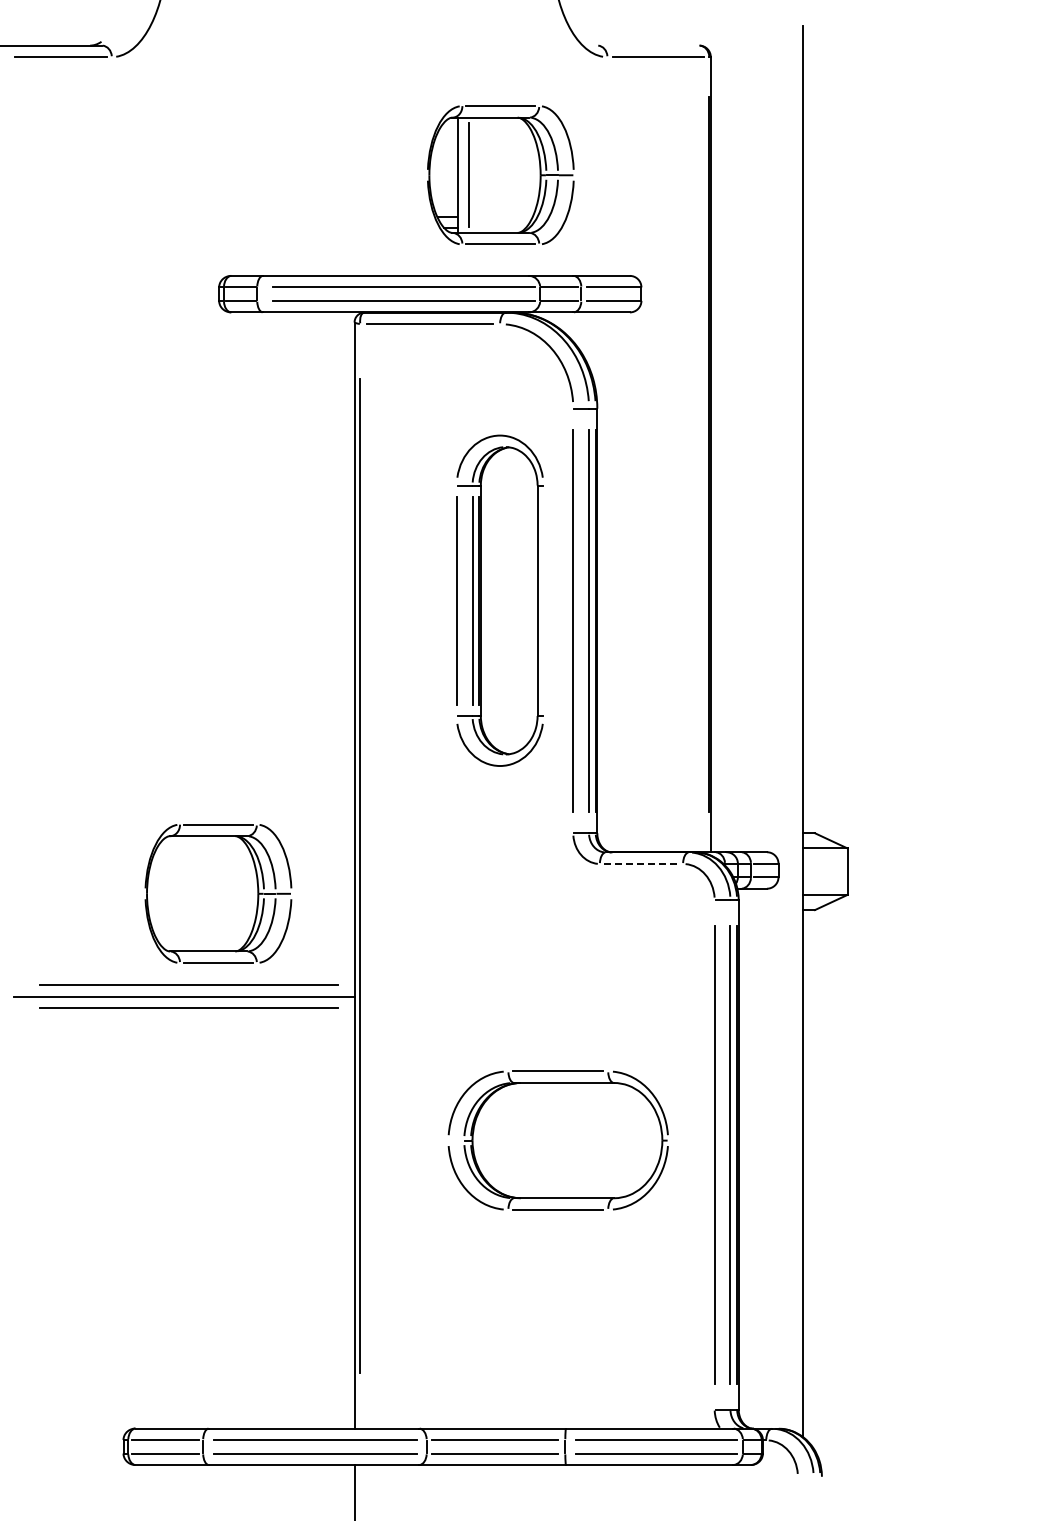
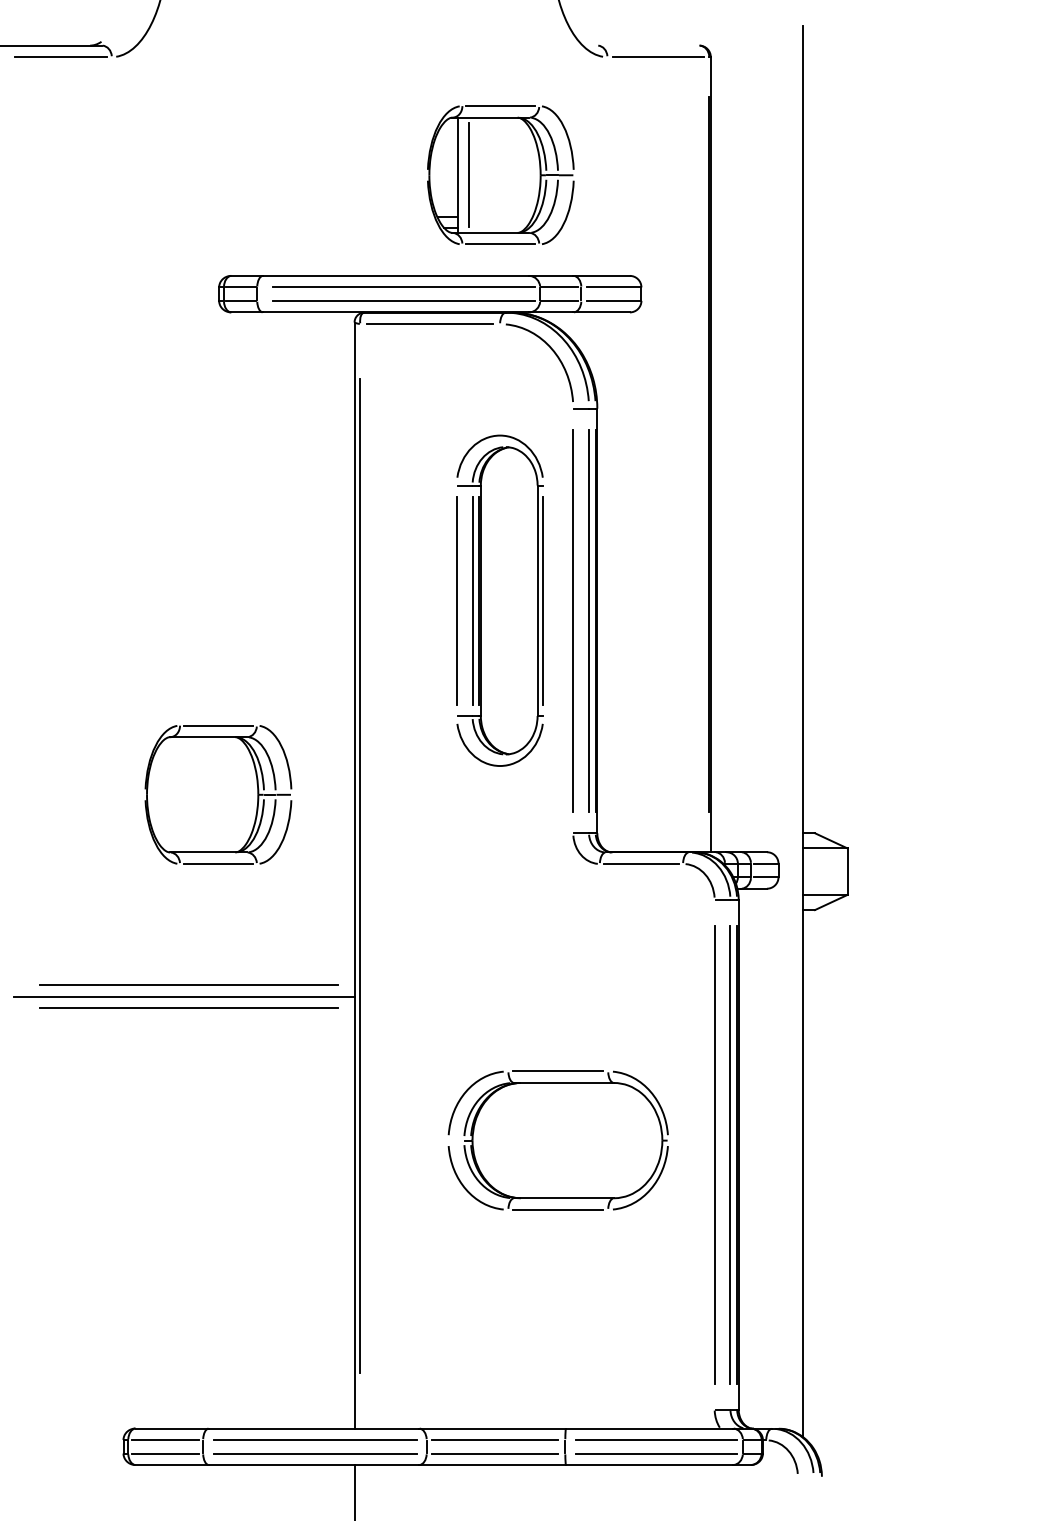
line at (543, 600): none -> present
line at (642, 863): dashed -> solid
part at (218, 893) position: (218, 893) -> (218, 794)
